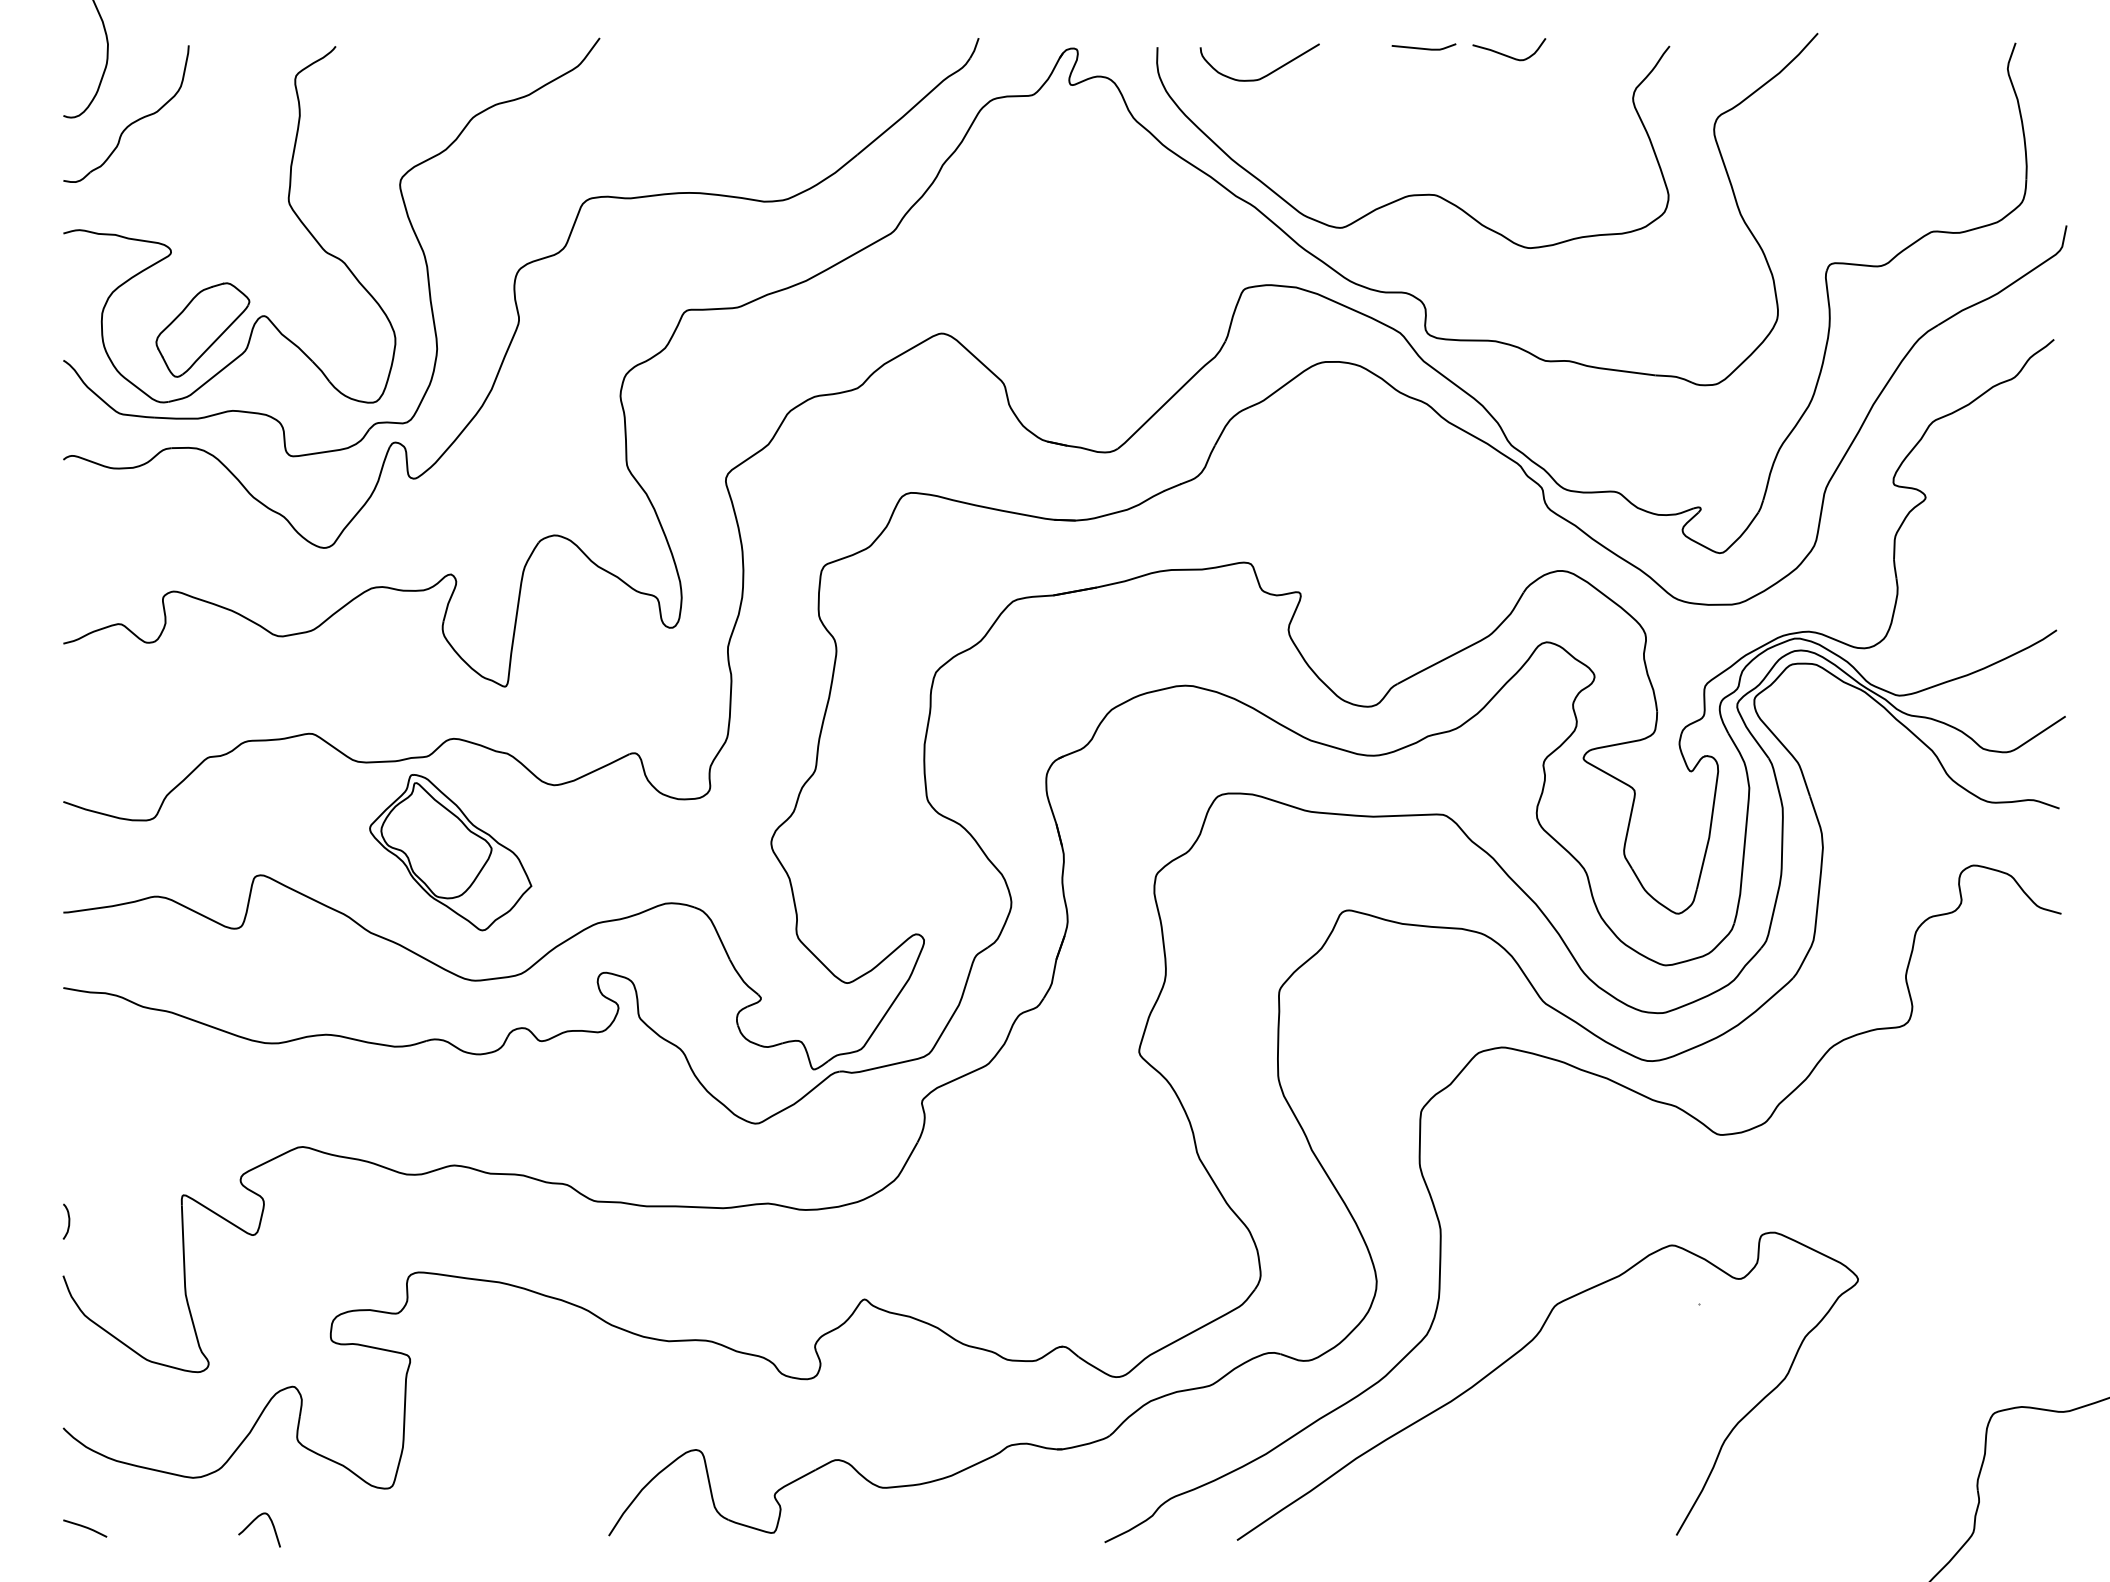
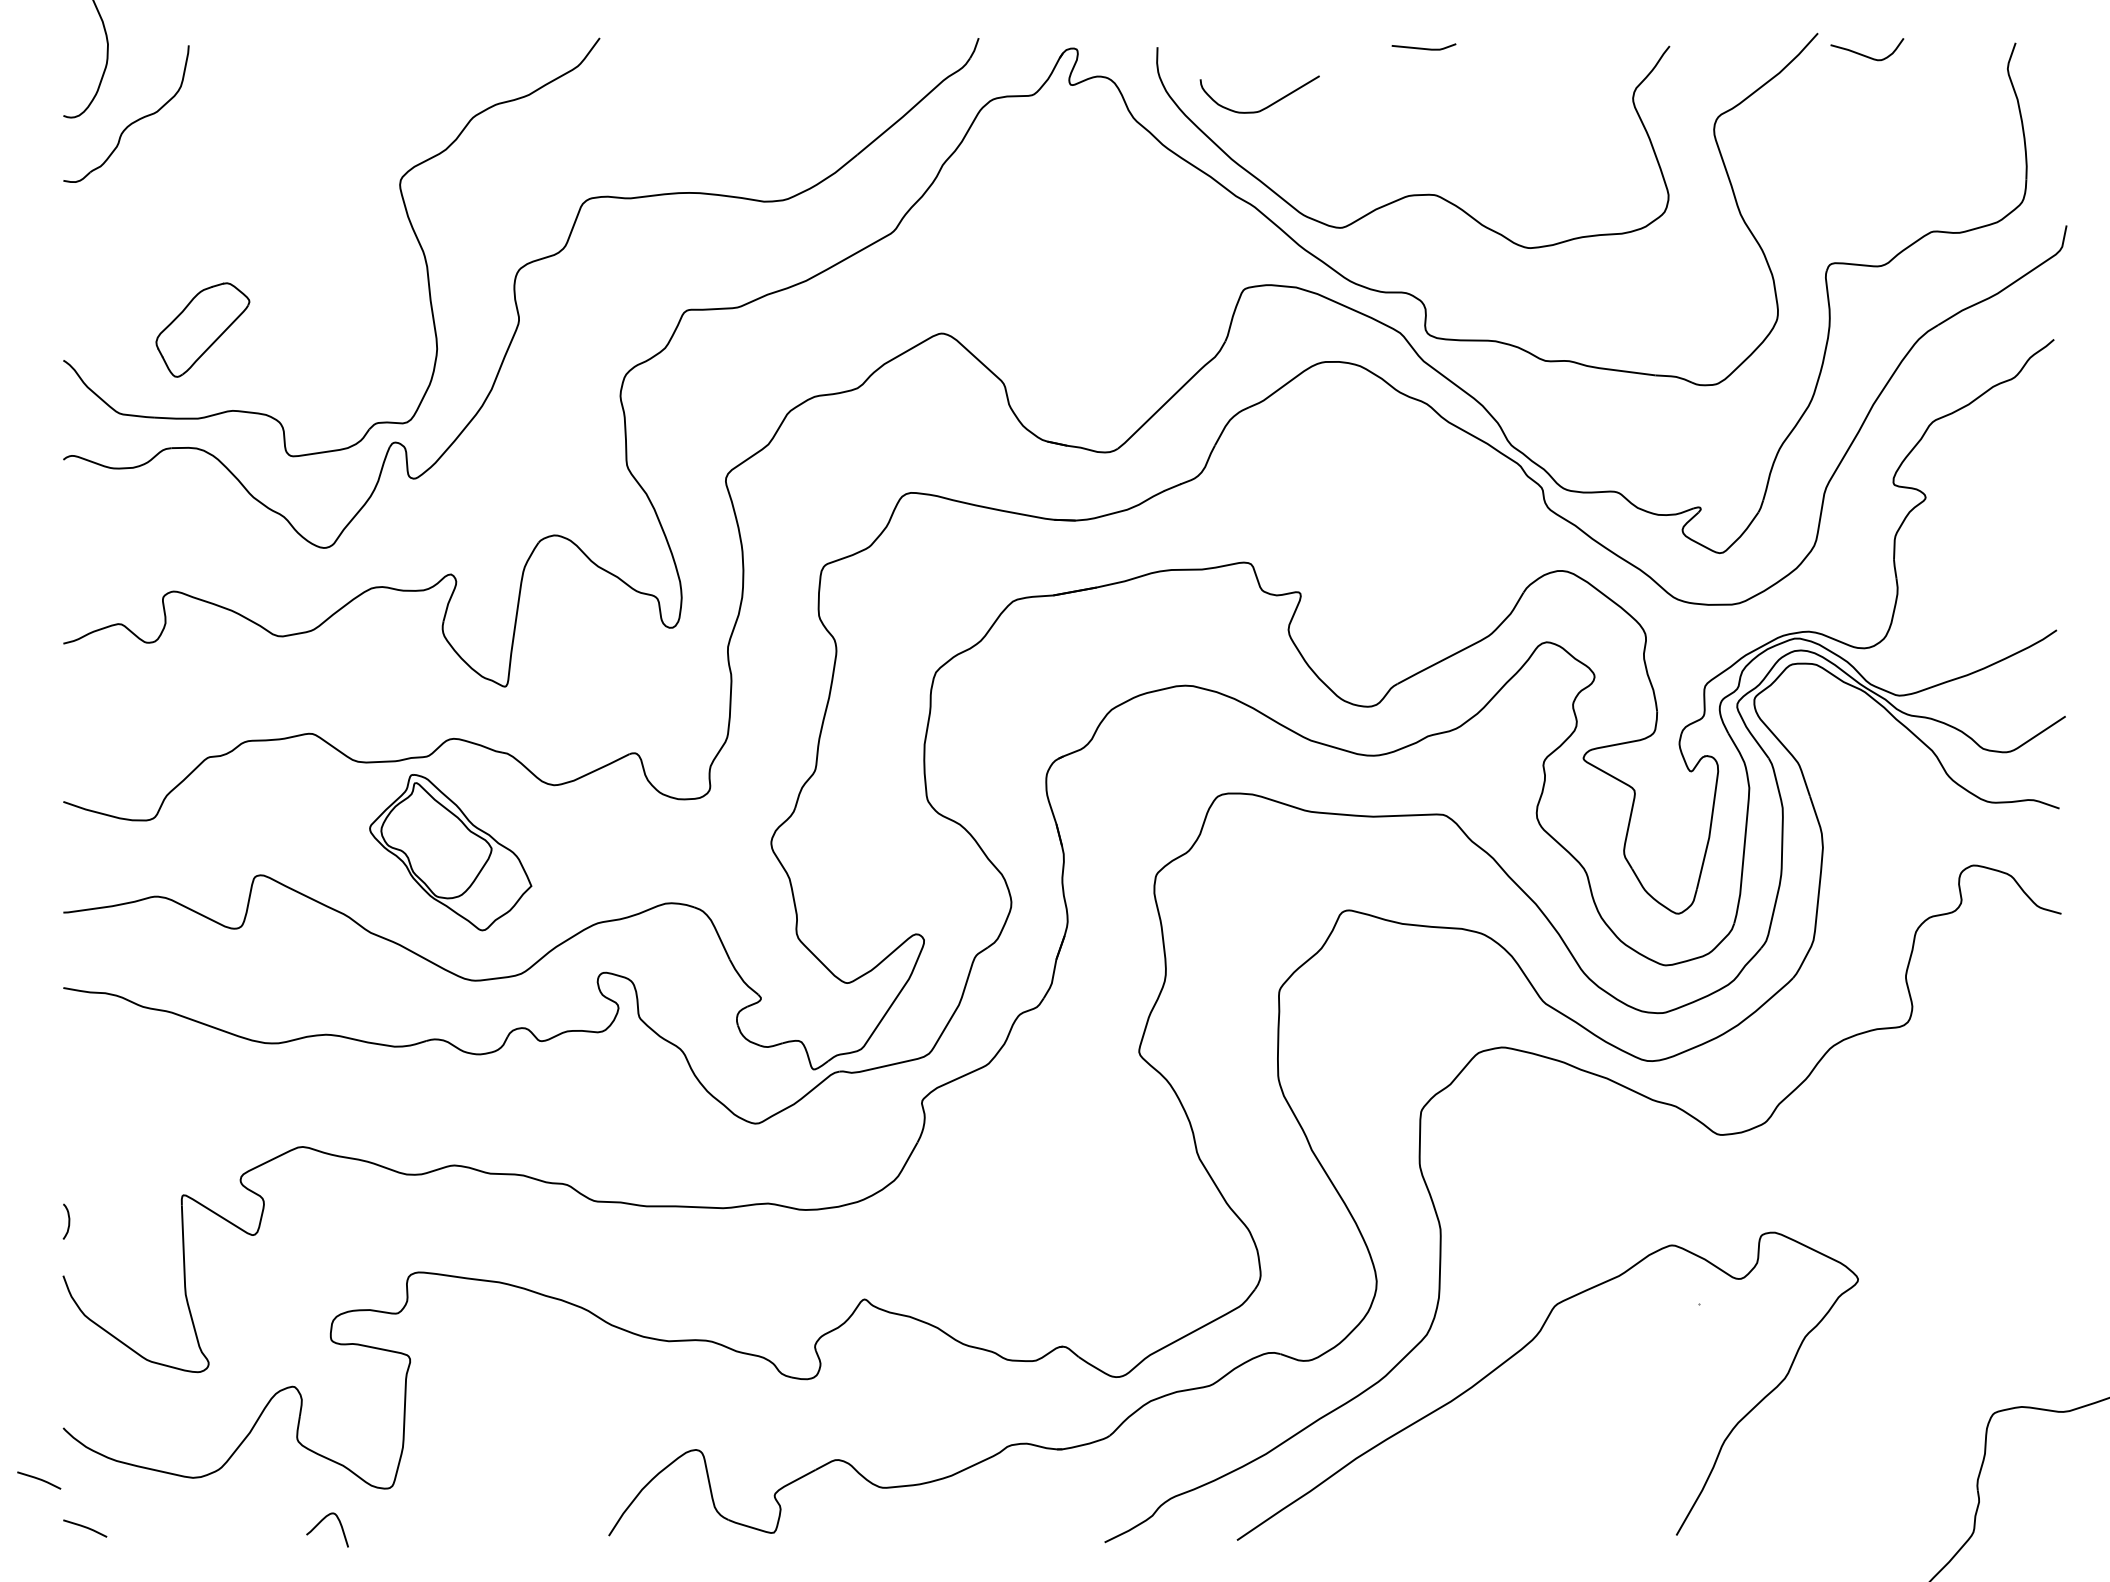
curve at (1506, 54) position: (1506, 54) -> (1864, 54)
curve at (1266, 74) position: (1266, 74) -> (1266, 106)
part at (288, 204): present -> none
line at (39, 1480): none -> present
curve at (253, 1522) position: (253, 1522) -> (321, 1522)
